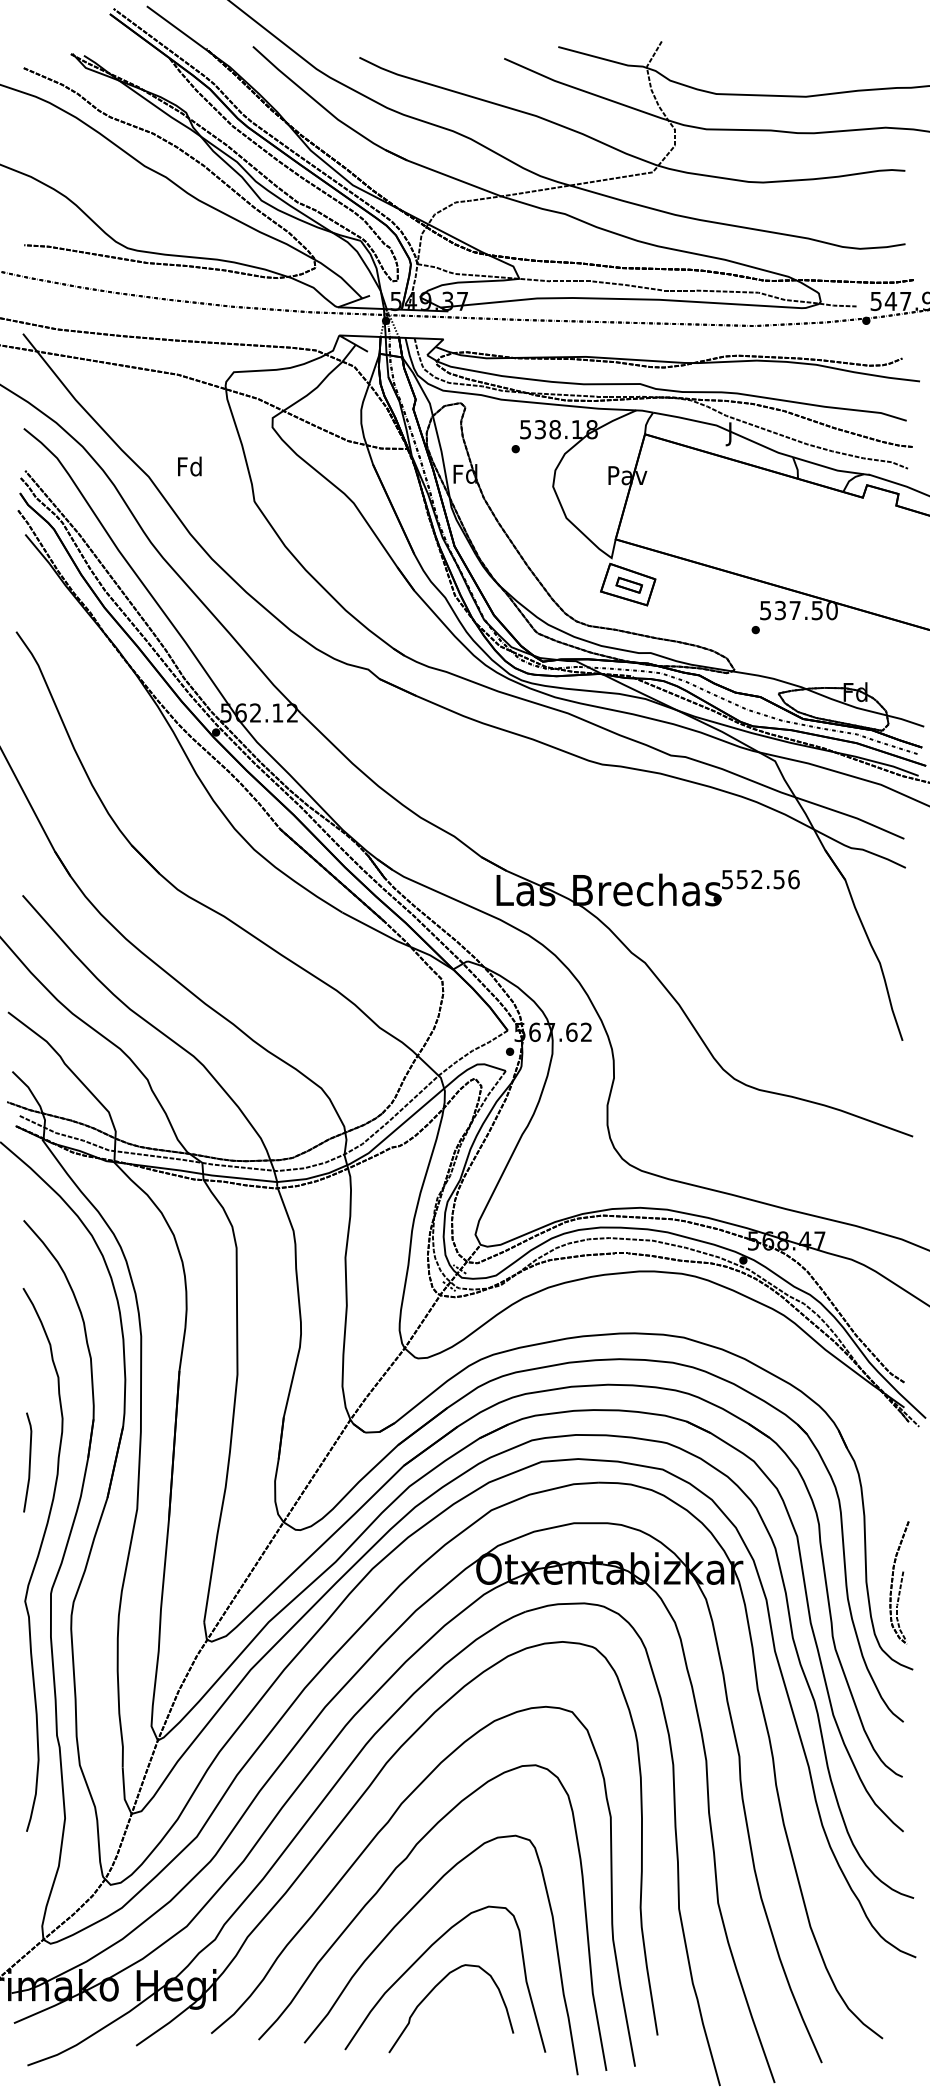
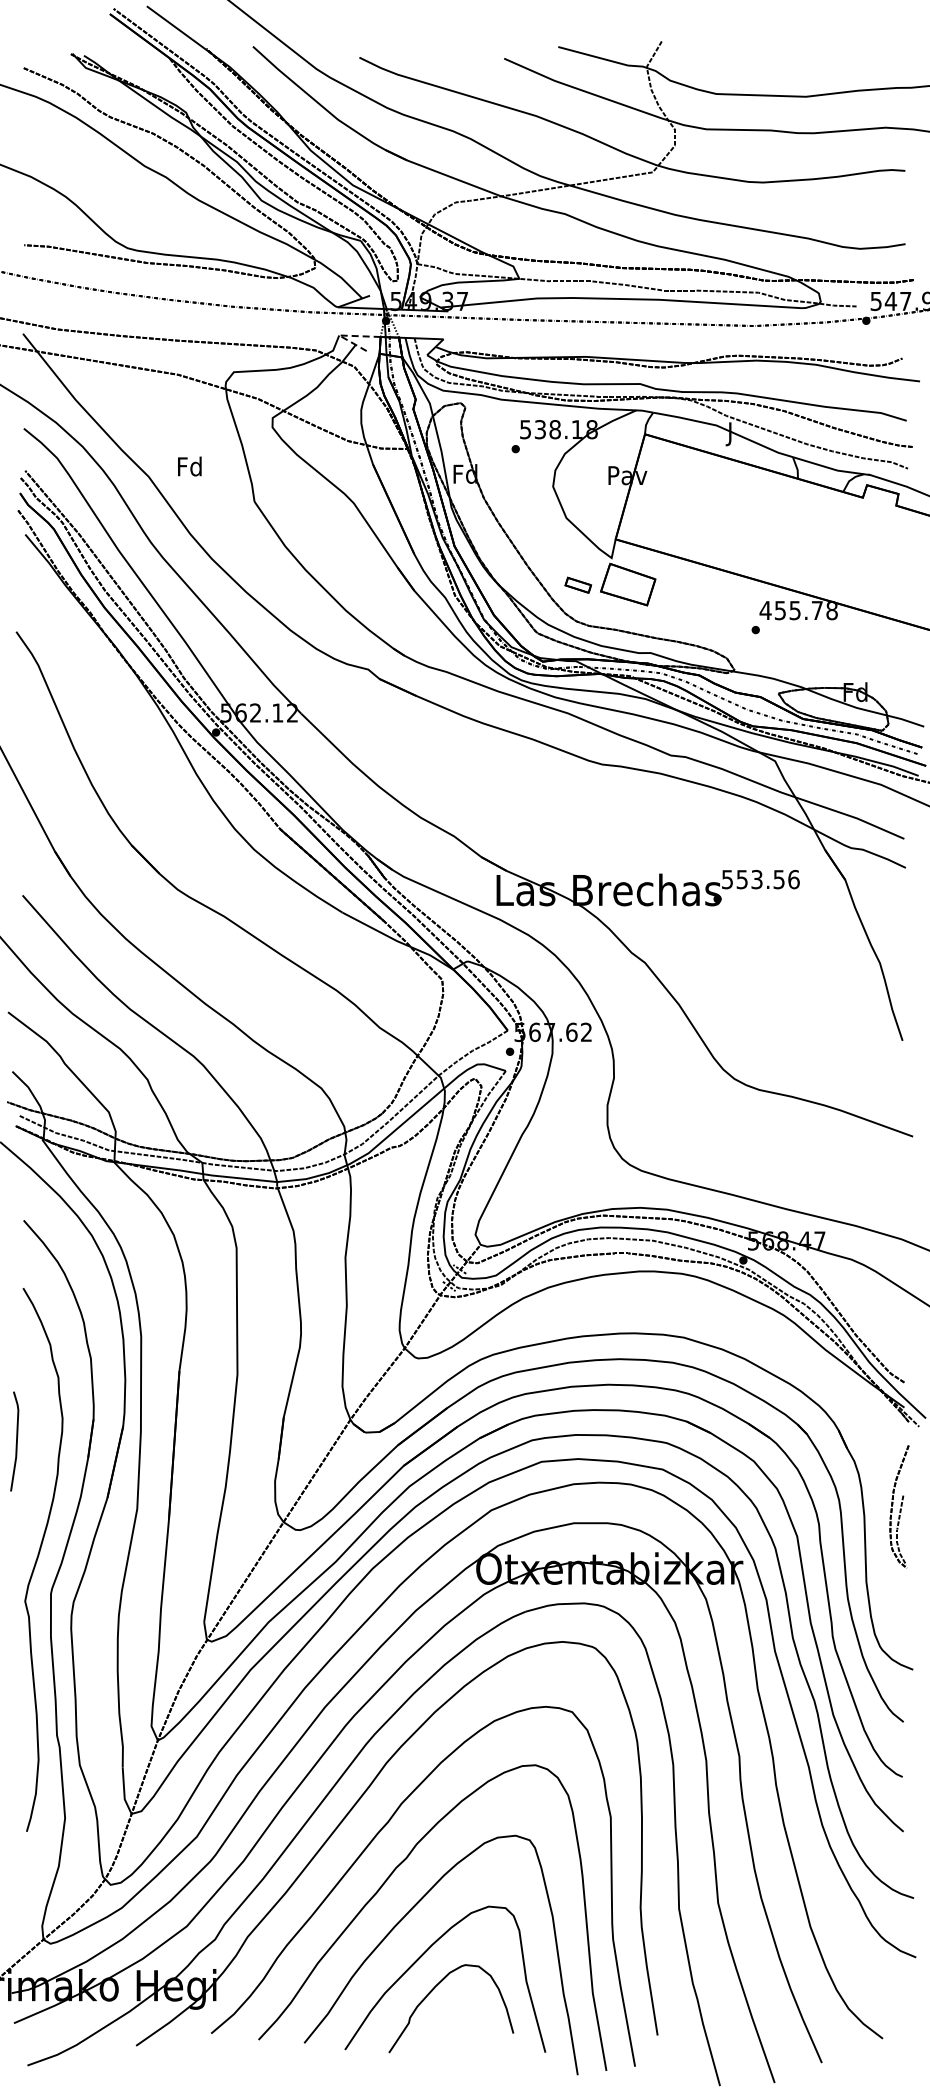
line at (343, 335): solid -> dashed
part at (629, 584) position: (629, 584) -> (578, 584)
text at (798, 610): 537.50 -> 455.78
text at (756, 879): 552.56 -> 553.56
line at (29, 1462) position: (29, 1462) -> (16, 1441)
part at (899, 1582) position: (899, 1582) -> (899, 1506)
